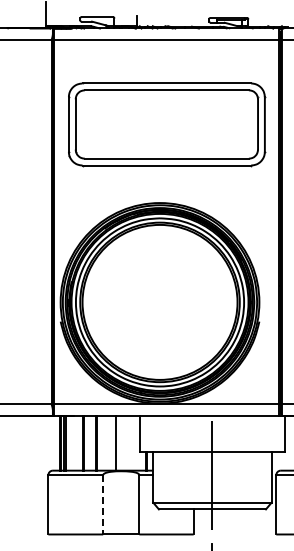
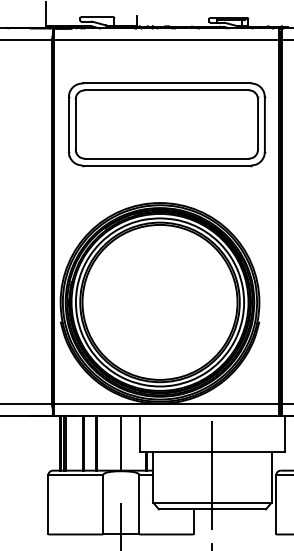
line at (116, 442) position: (116, 442) -> (121, 442)
line at (103, 504): dashed -> solid
line at (121, 524): none -> present
